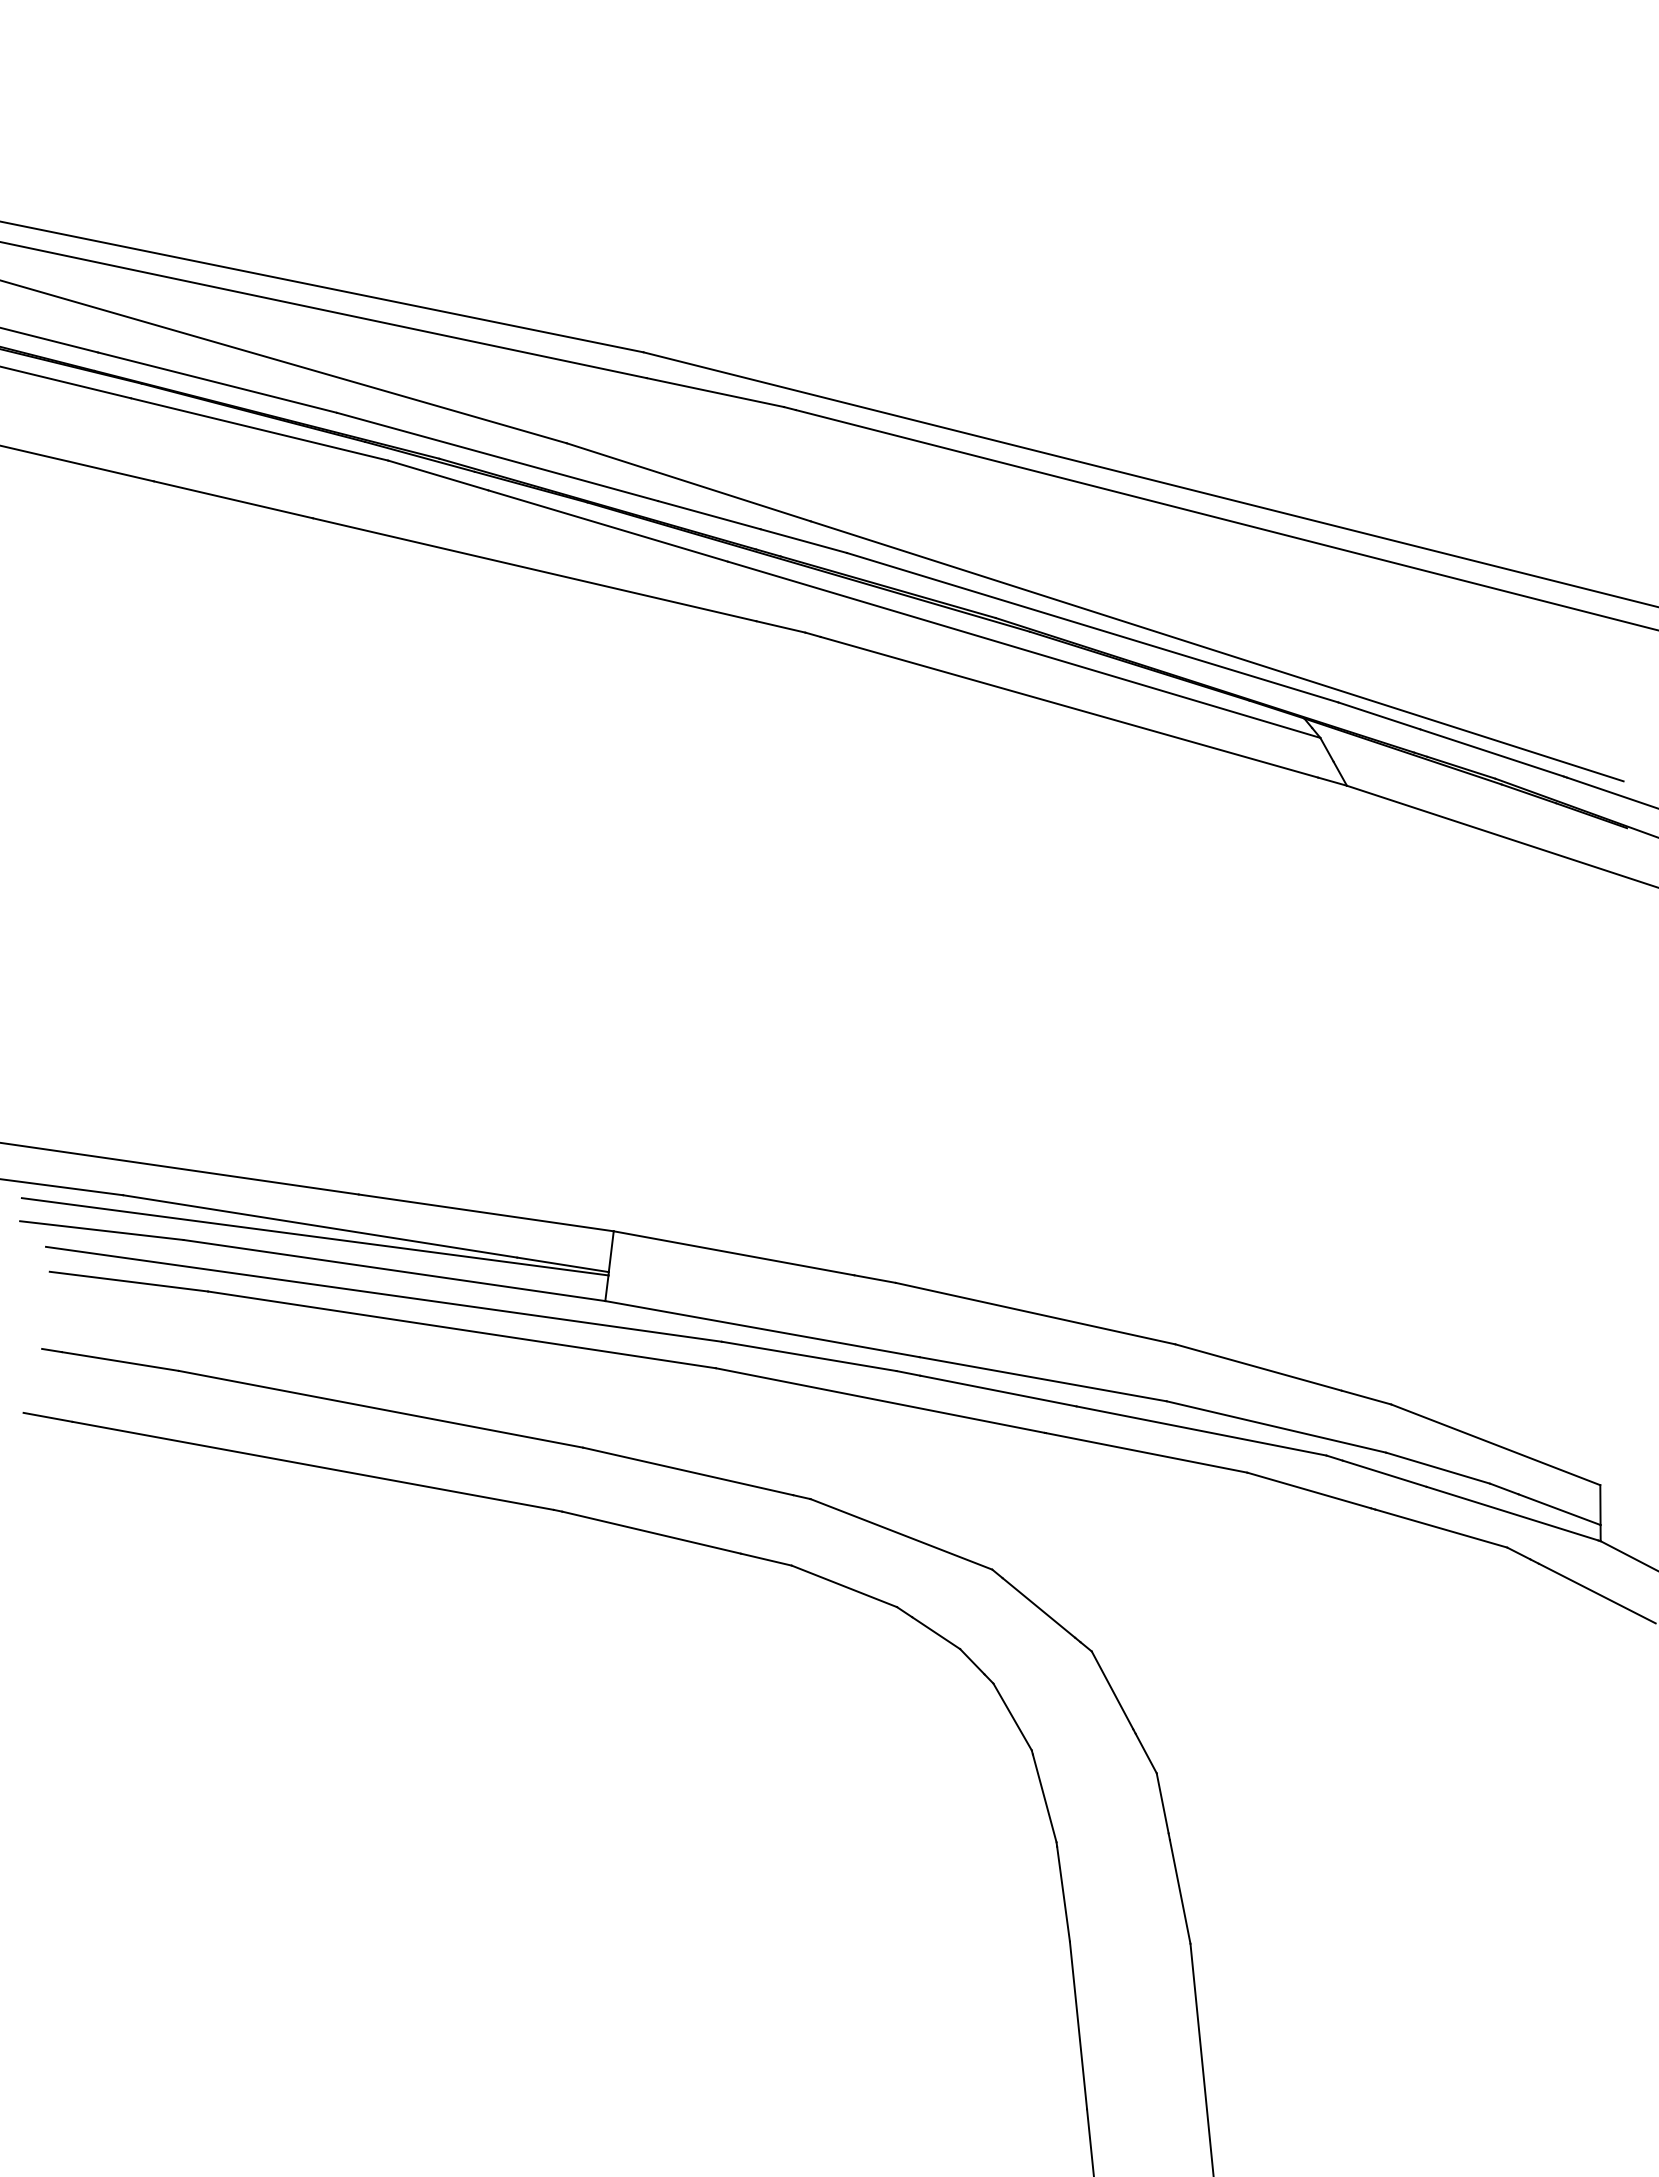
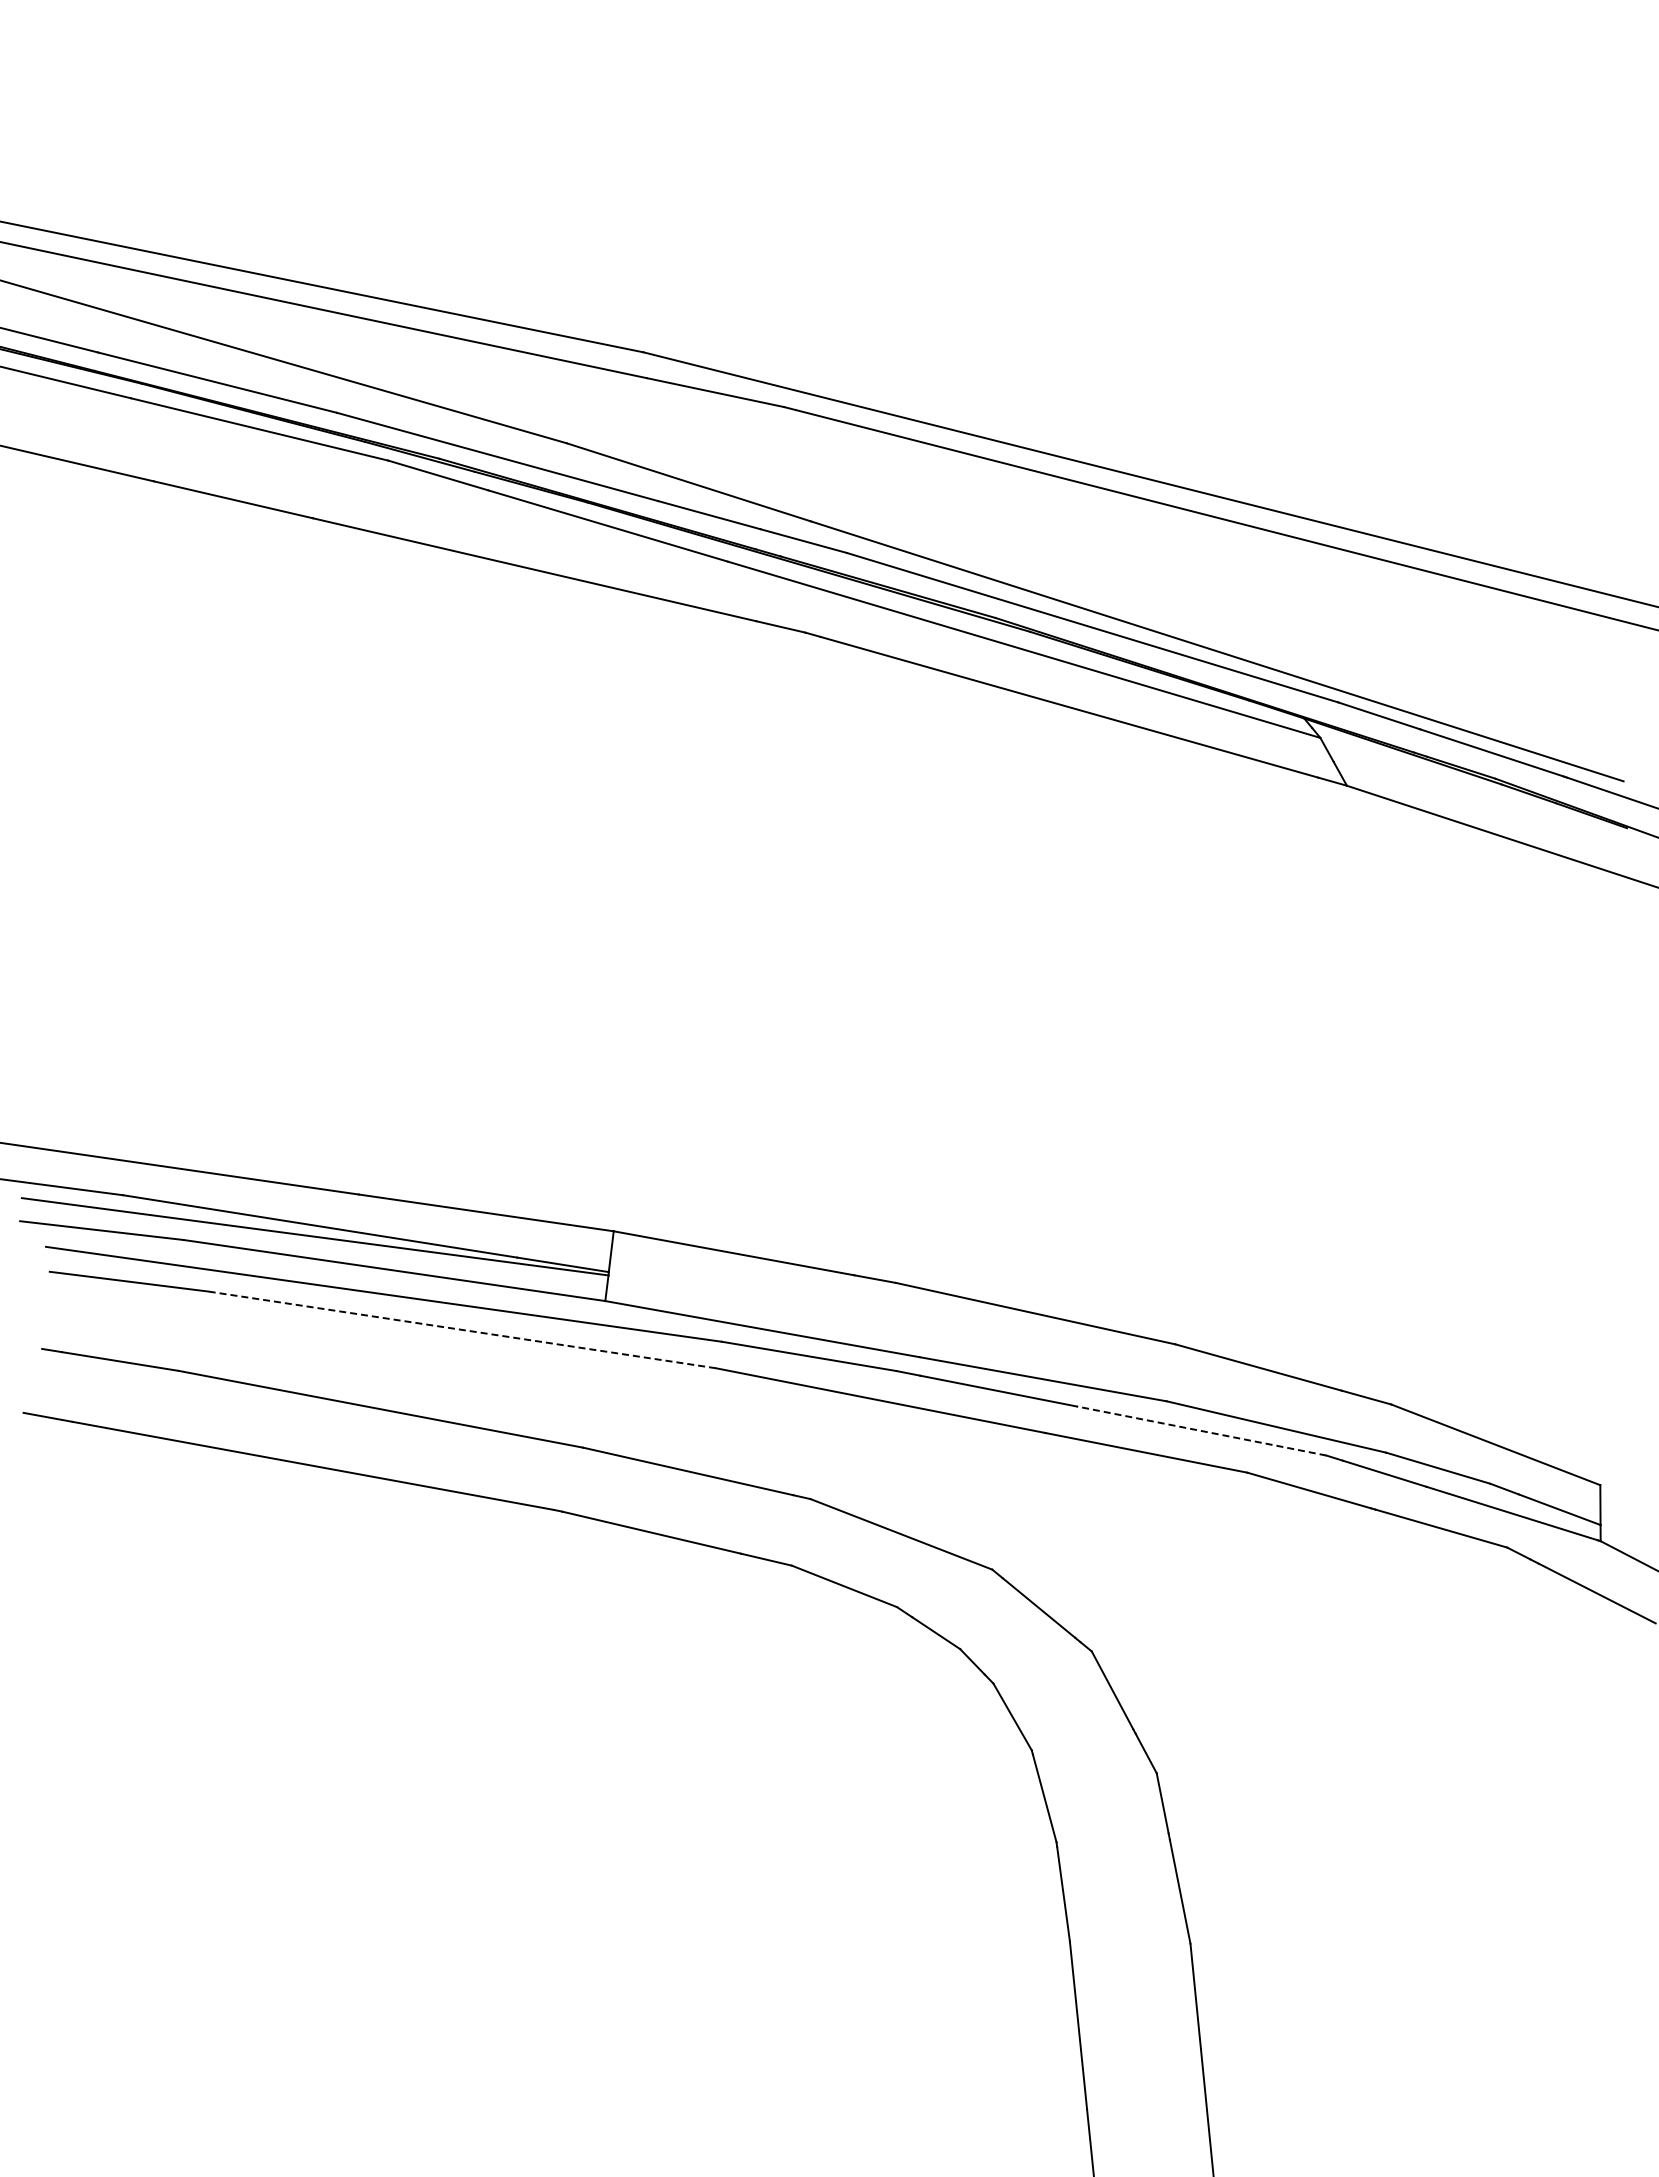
line at (462, 1329): solid -> dashed
line at (1201, 1430): solid -> dashed
